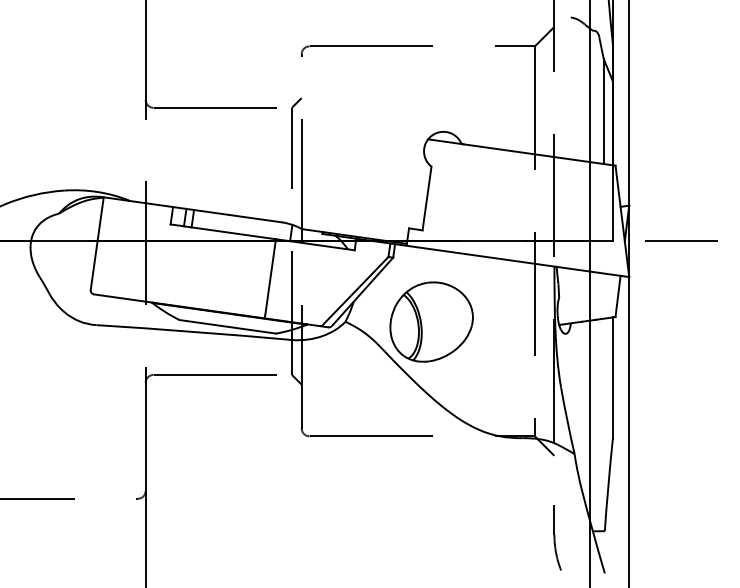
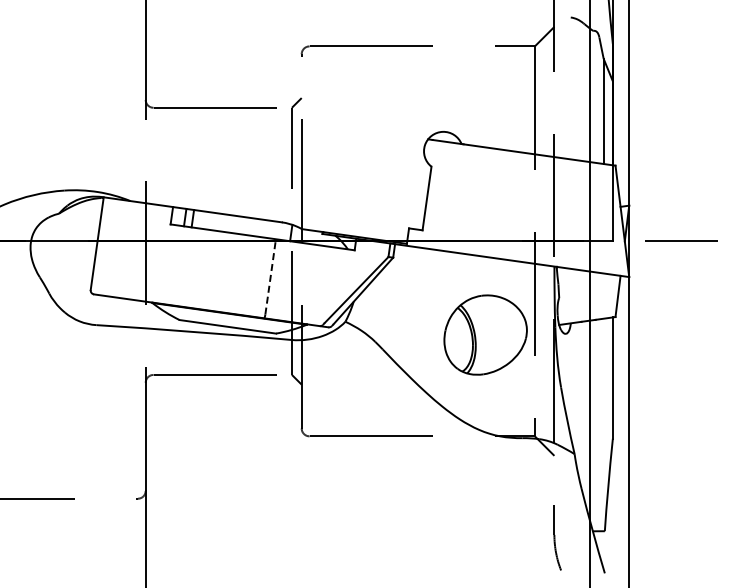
line at (270, 276): solid -> dashed
part at (431, 321) position: (431, 321) -> (485, 334)
